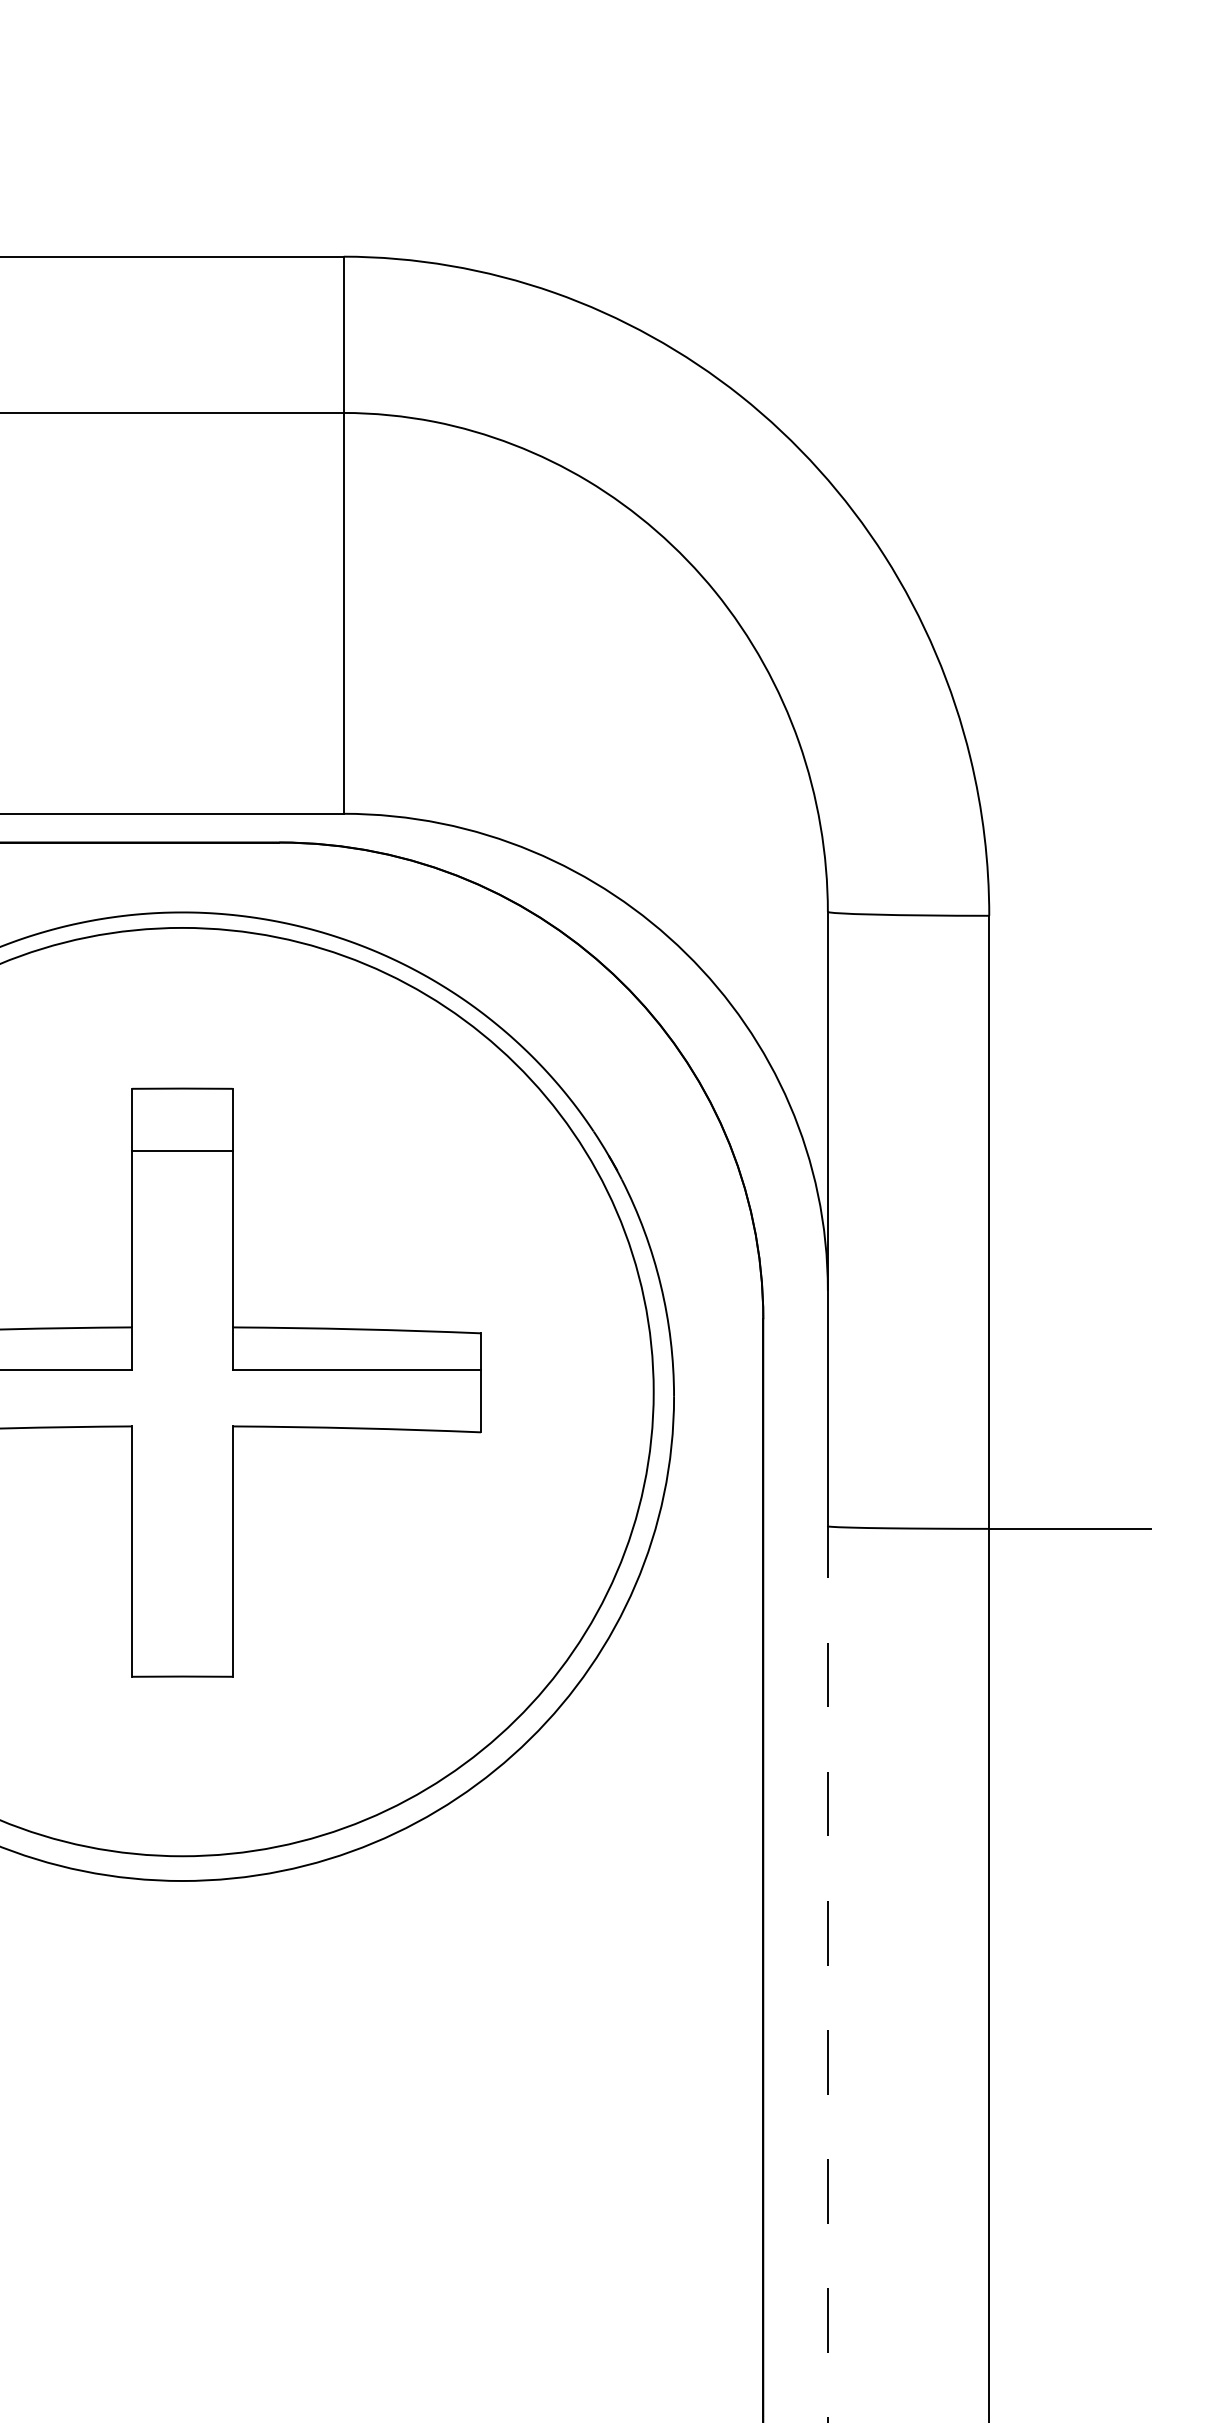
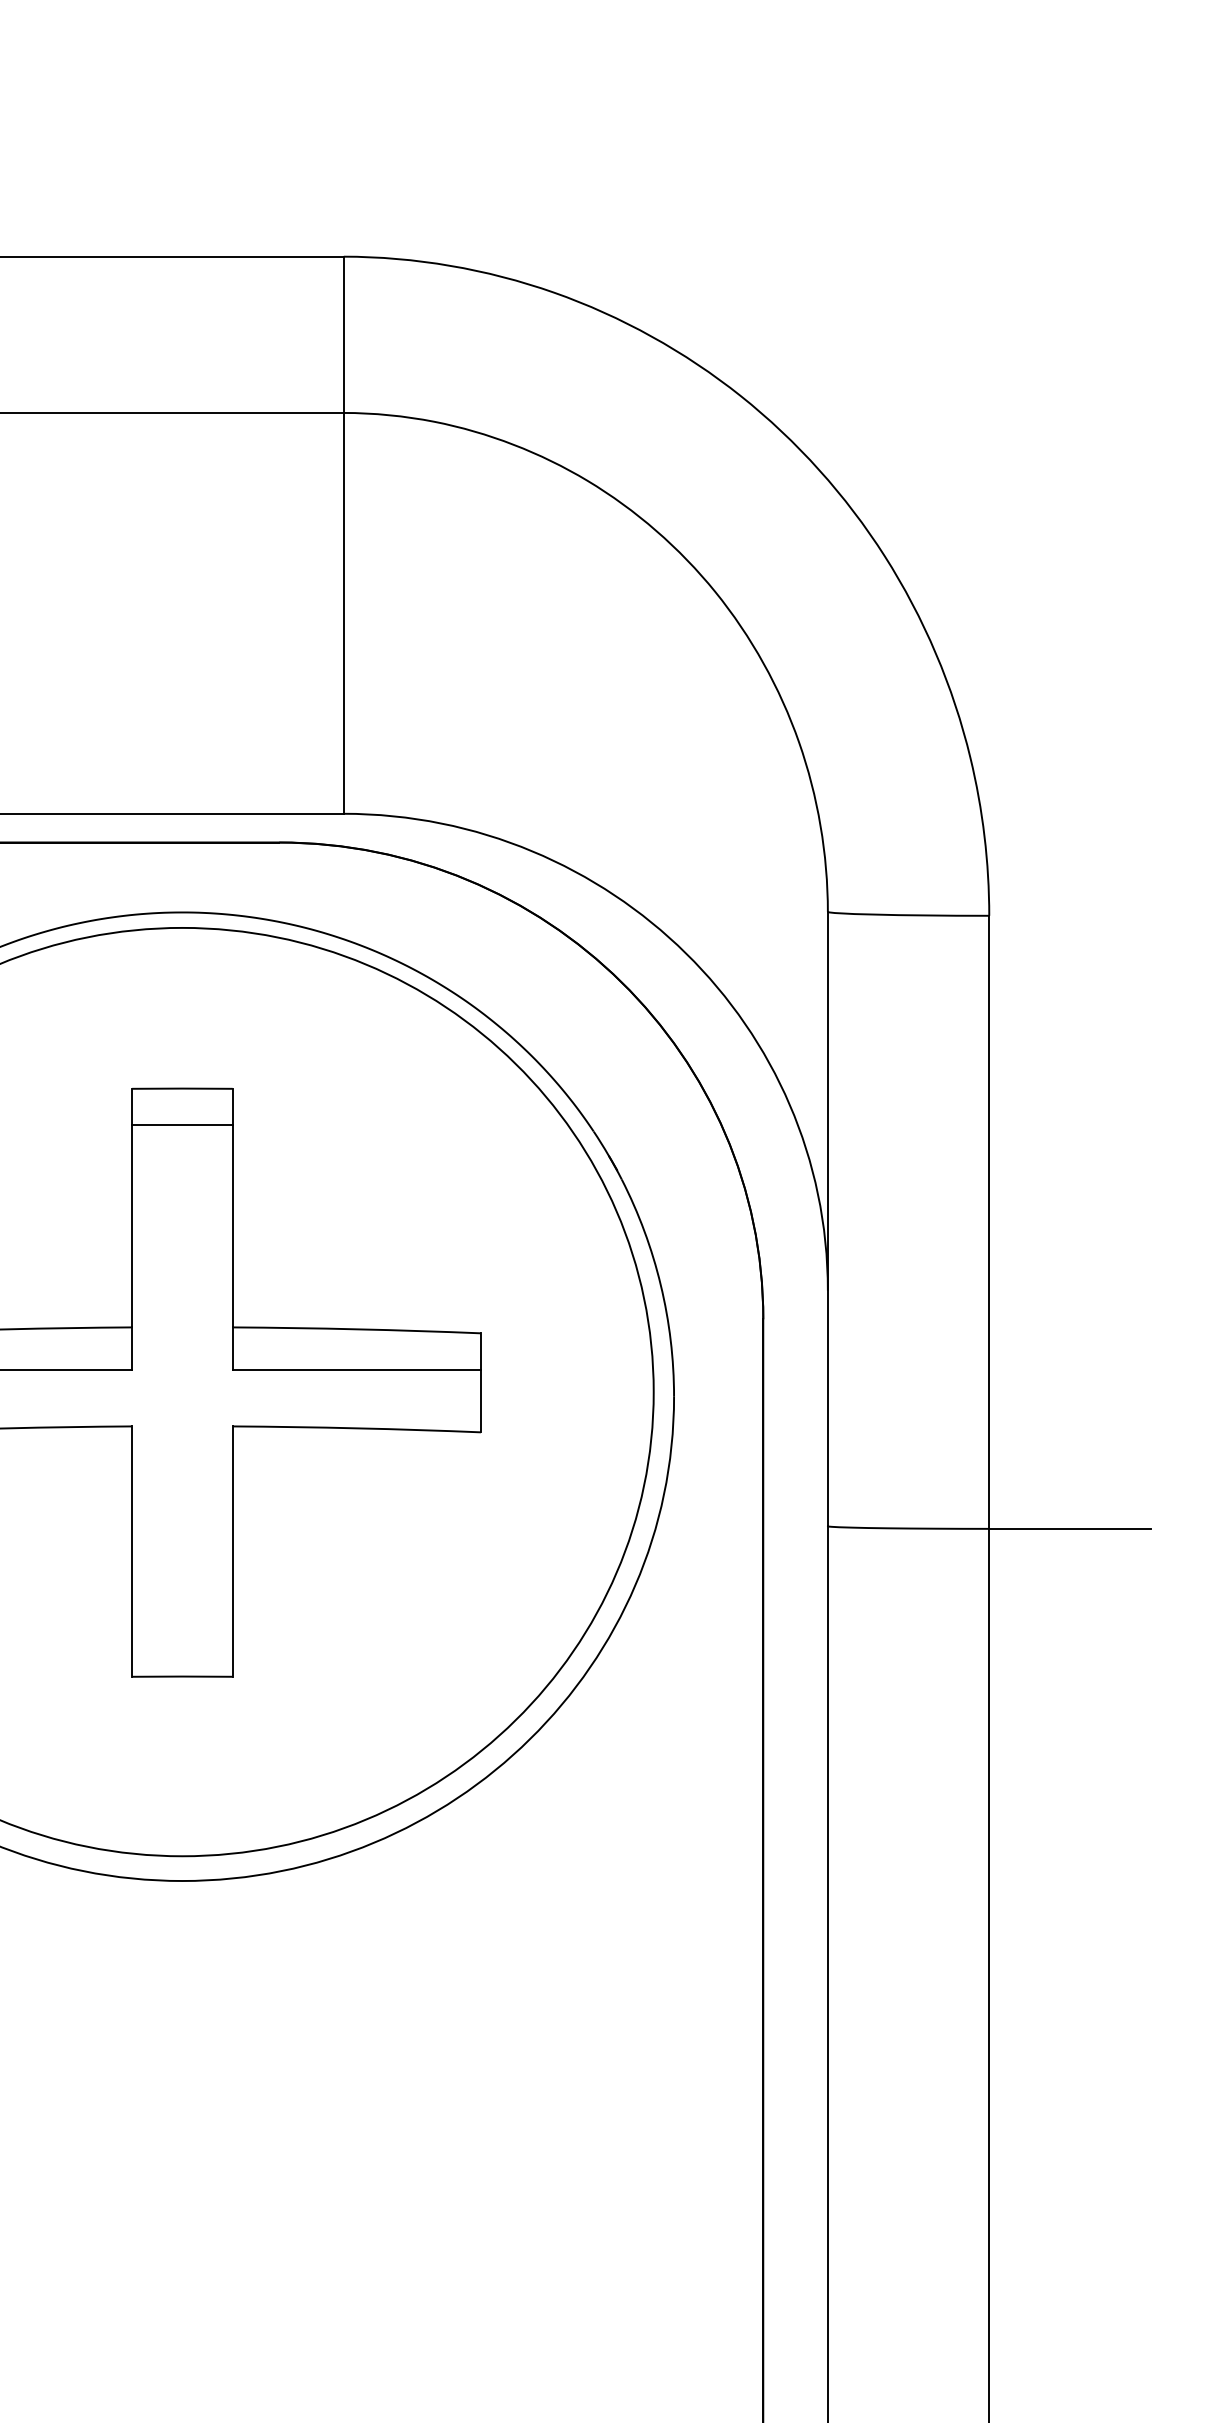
line at (182, 1151) position: (182, 1151) -> (182, 1125)
line at (827, 1974): dashed -> solid
